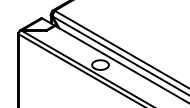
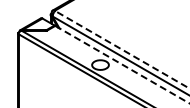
line at (121, 49): solid -> dashed
line at (122, 64): solid -> dashed
